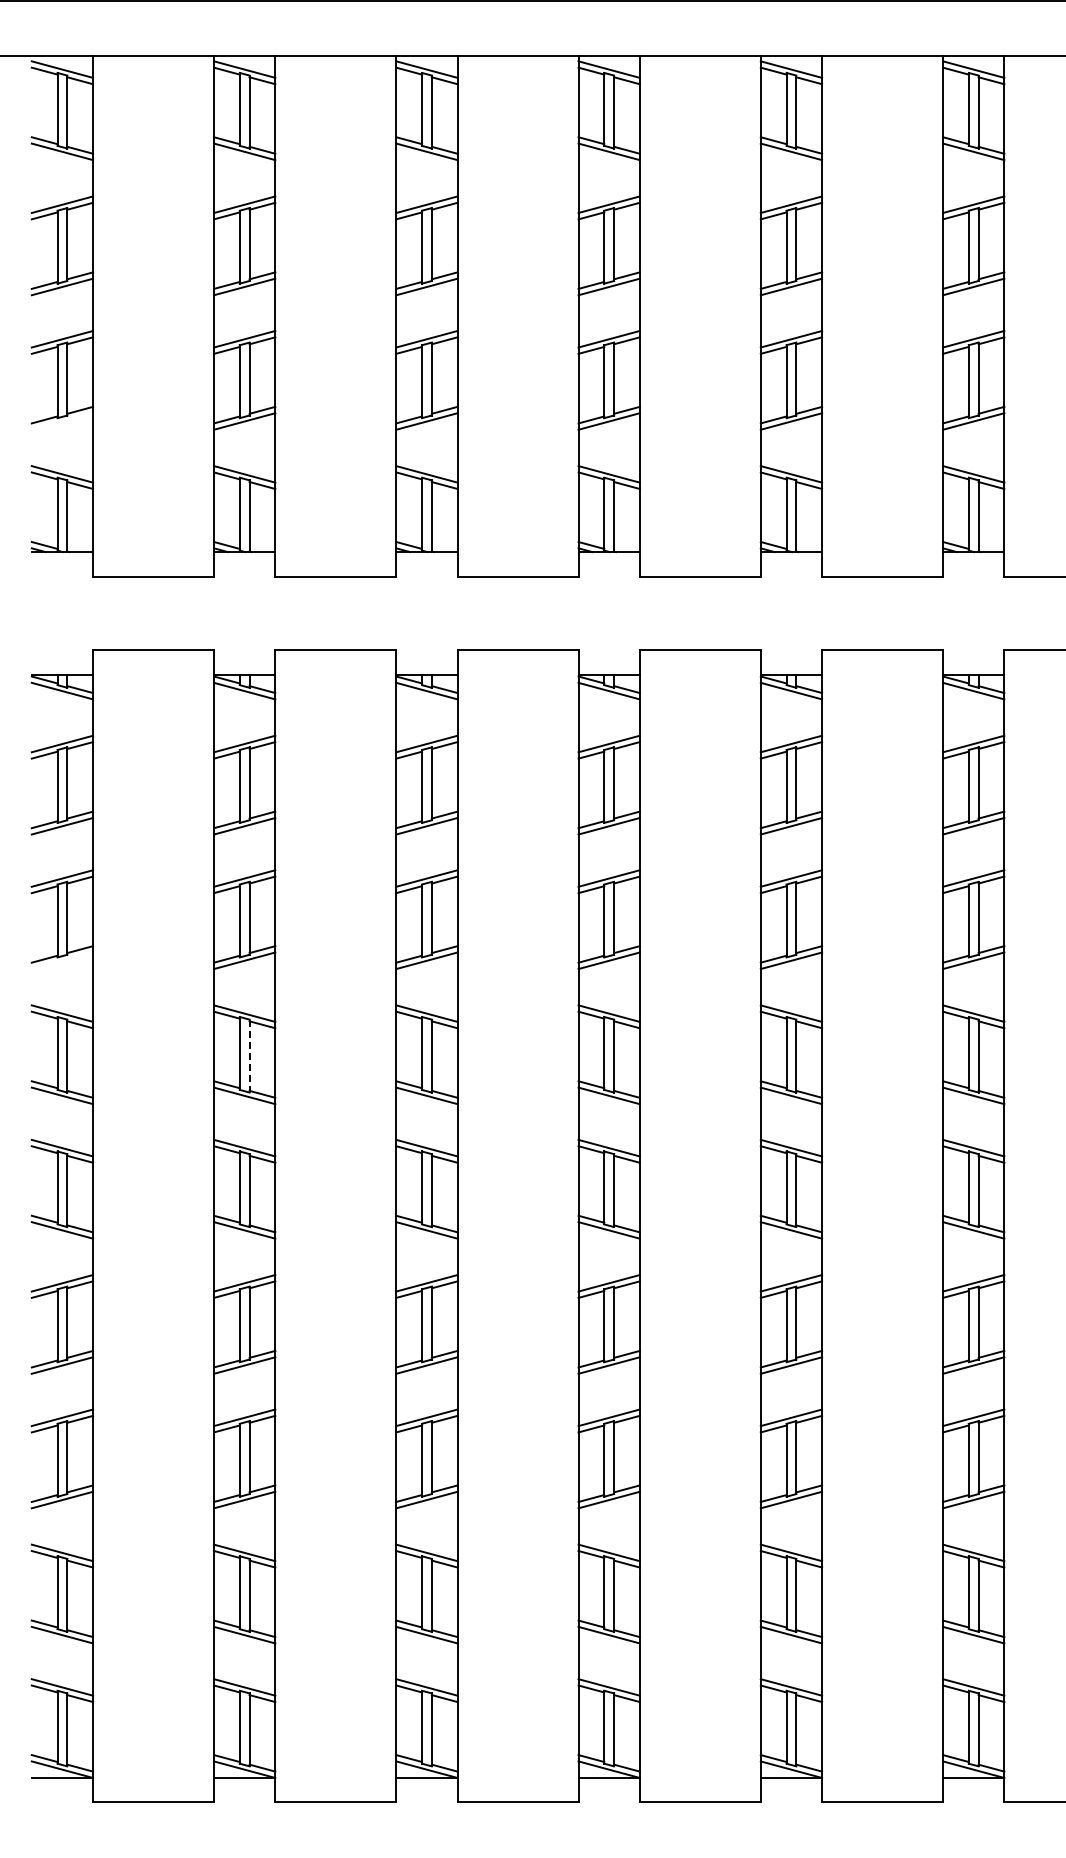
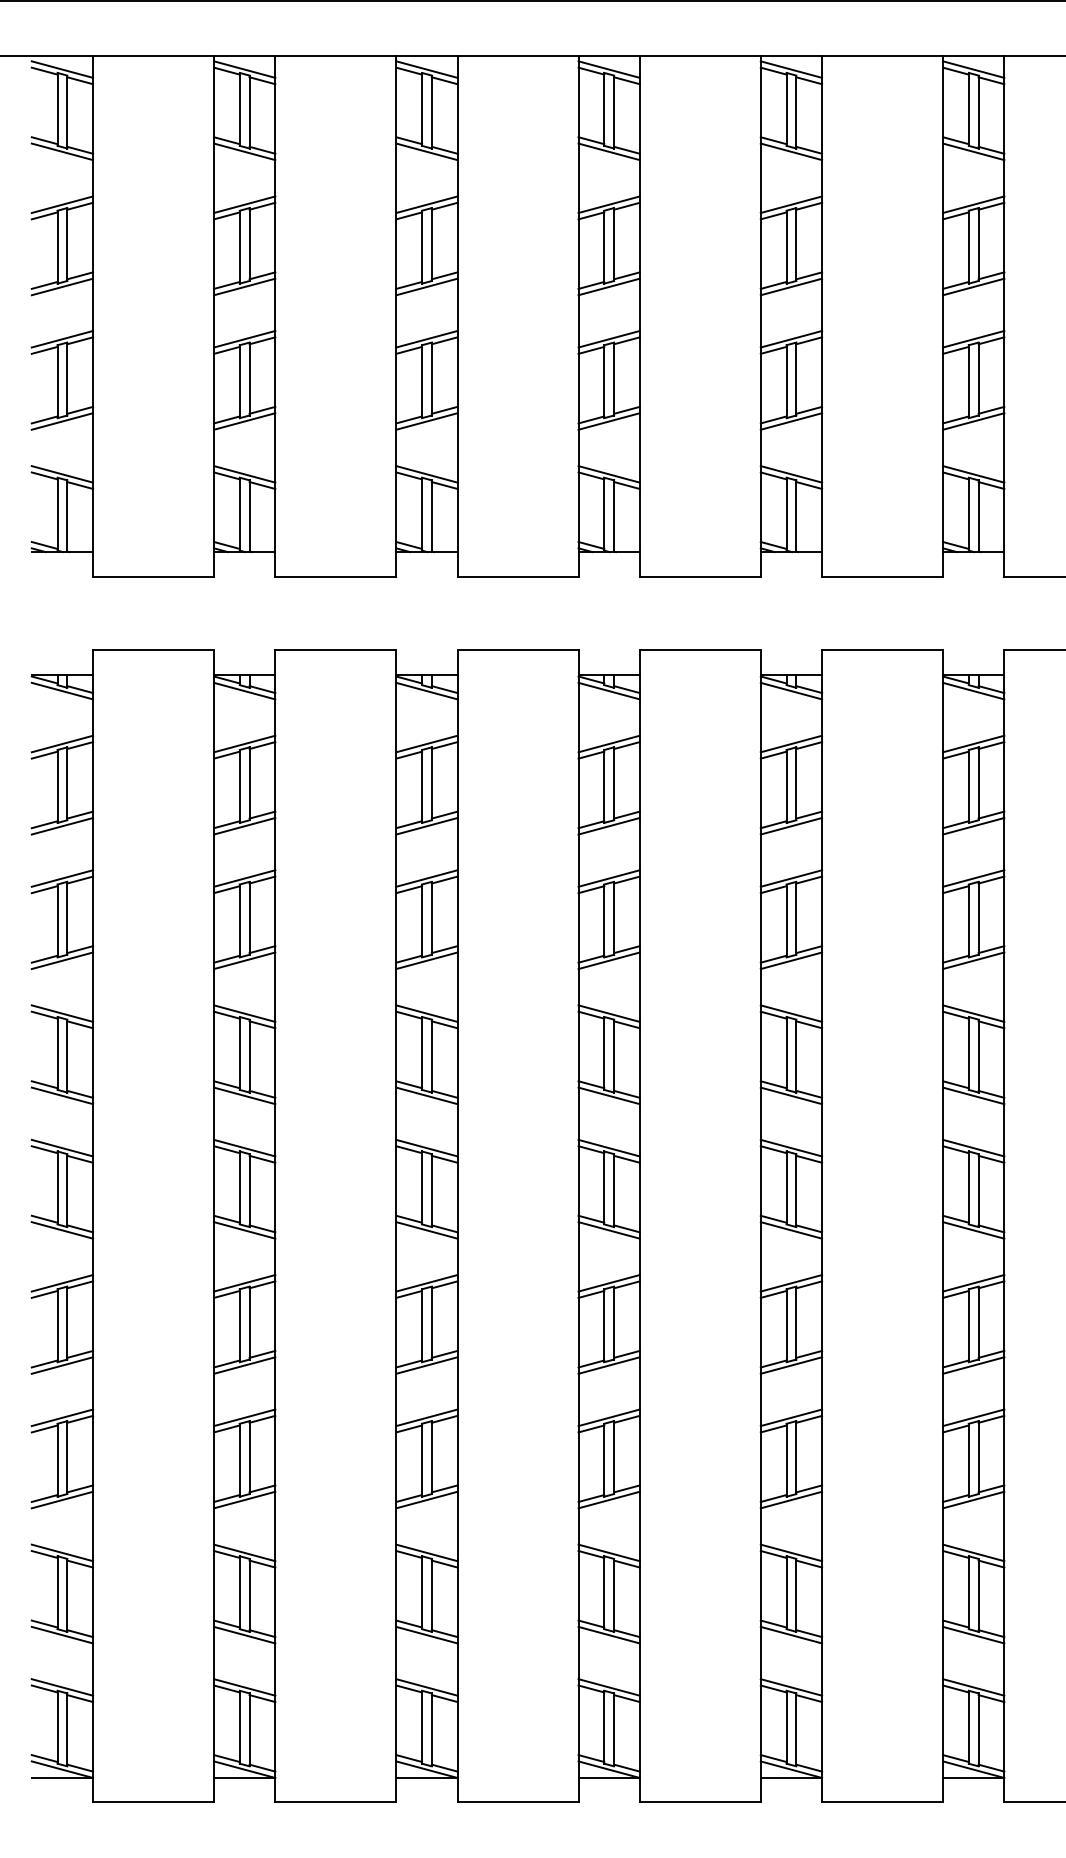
line at (62, 421): none -> present
line at (62, 960): none -> present
line at (249, 1055): dashed -> solid
